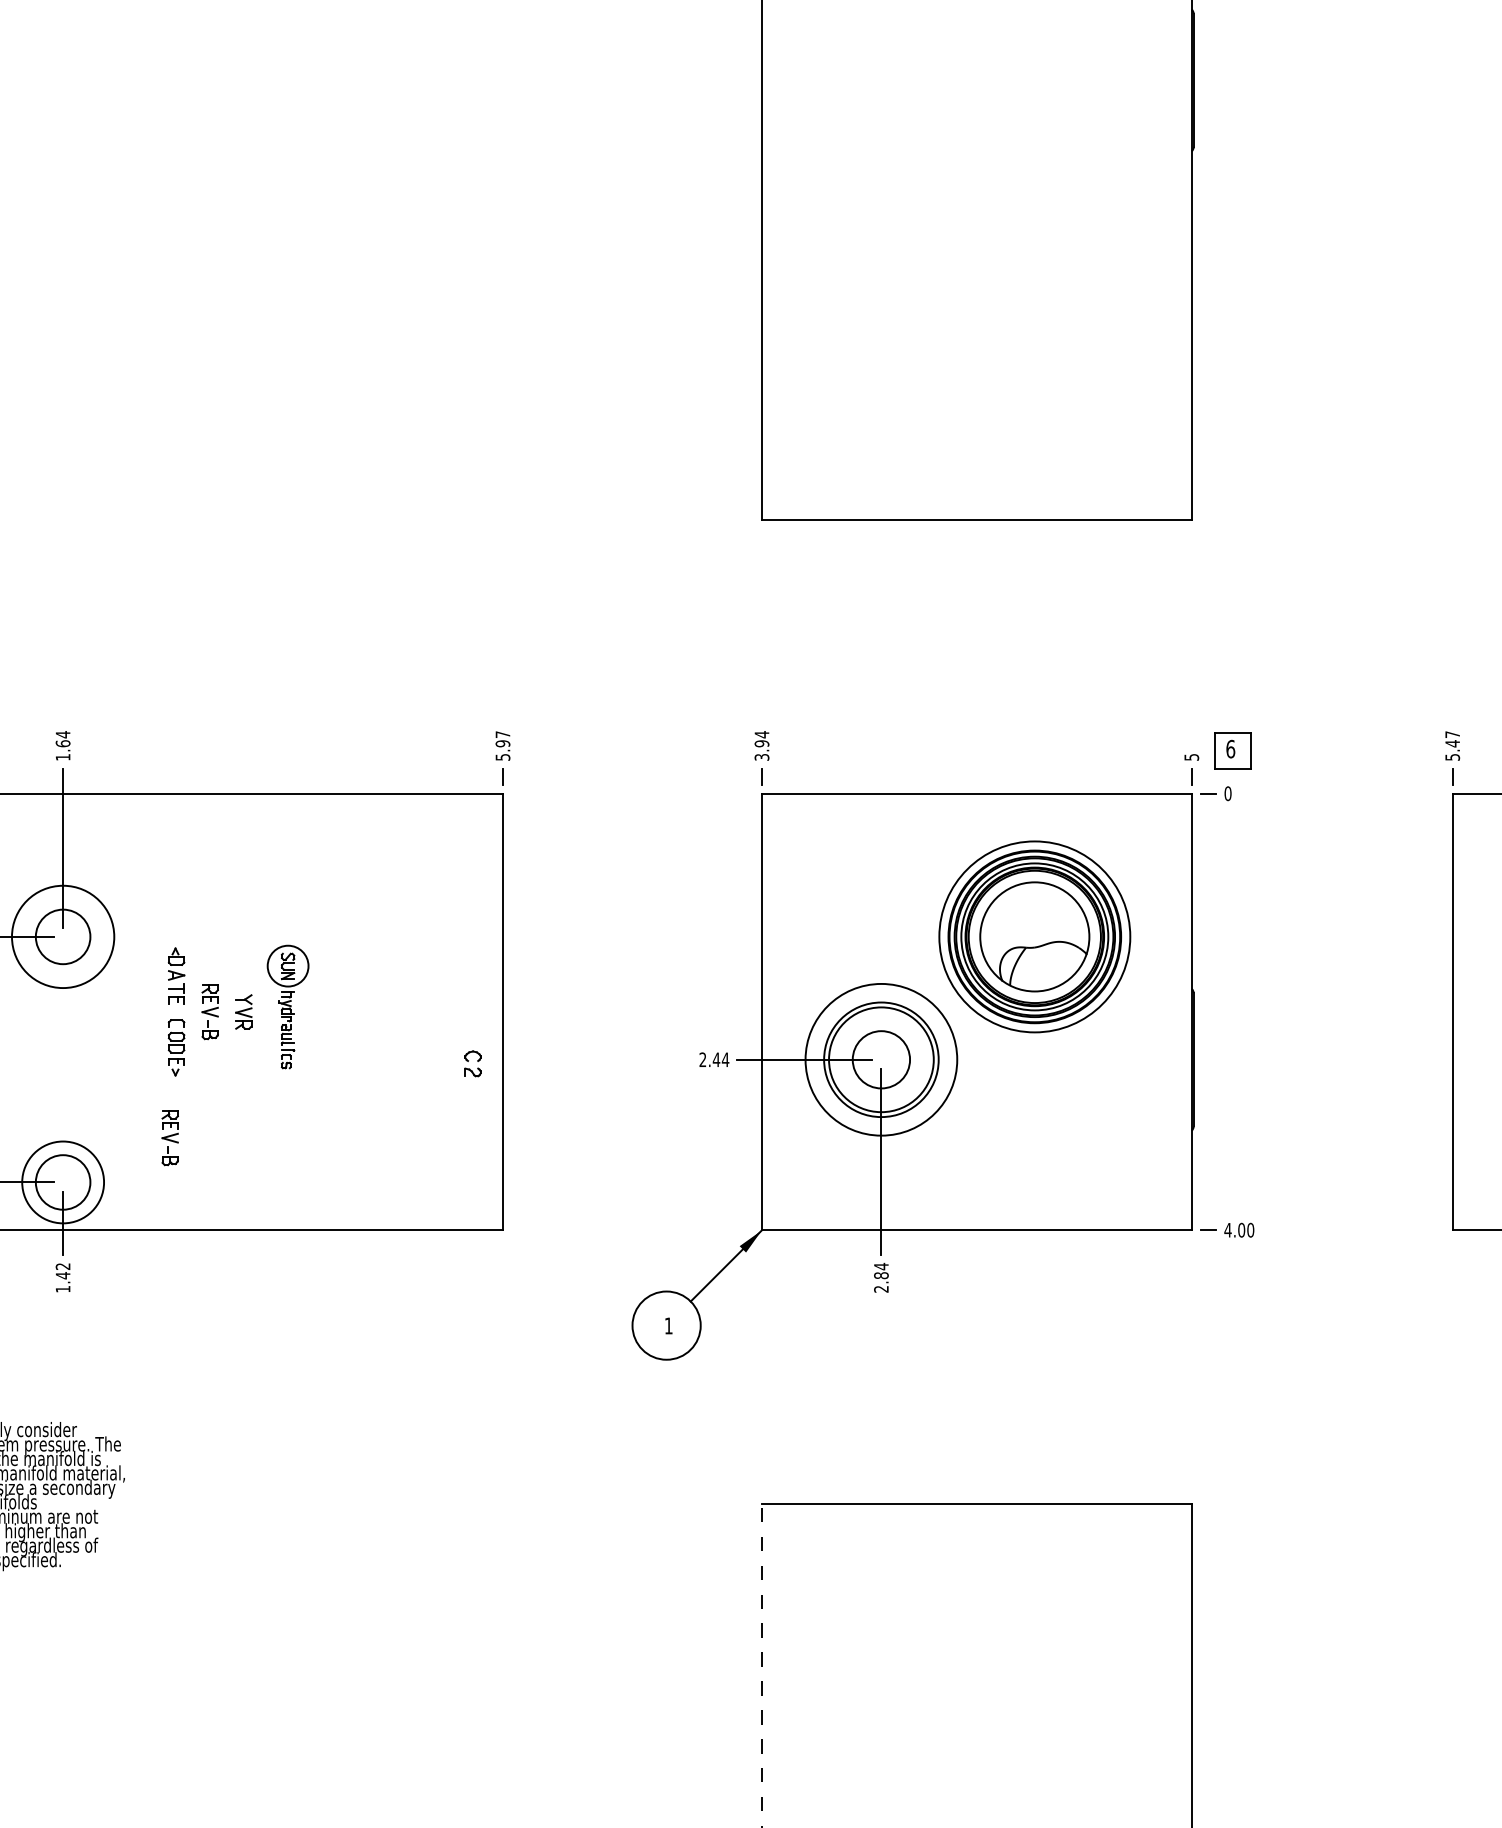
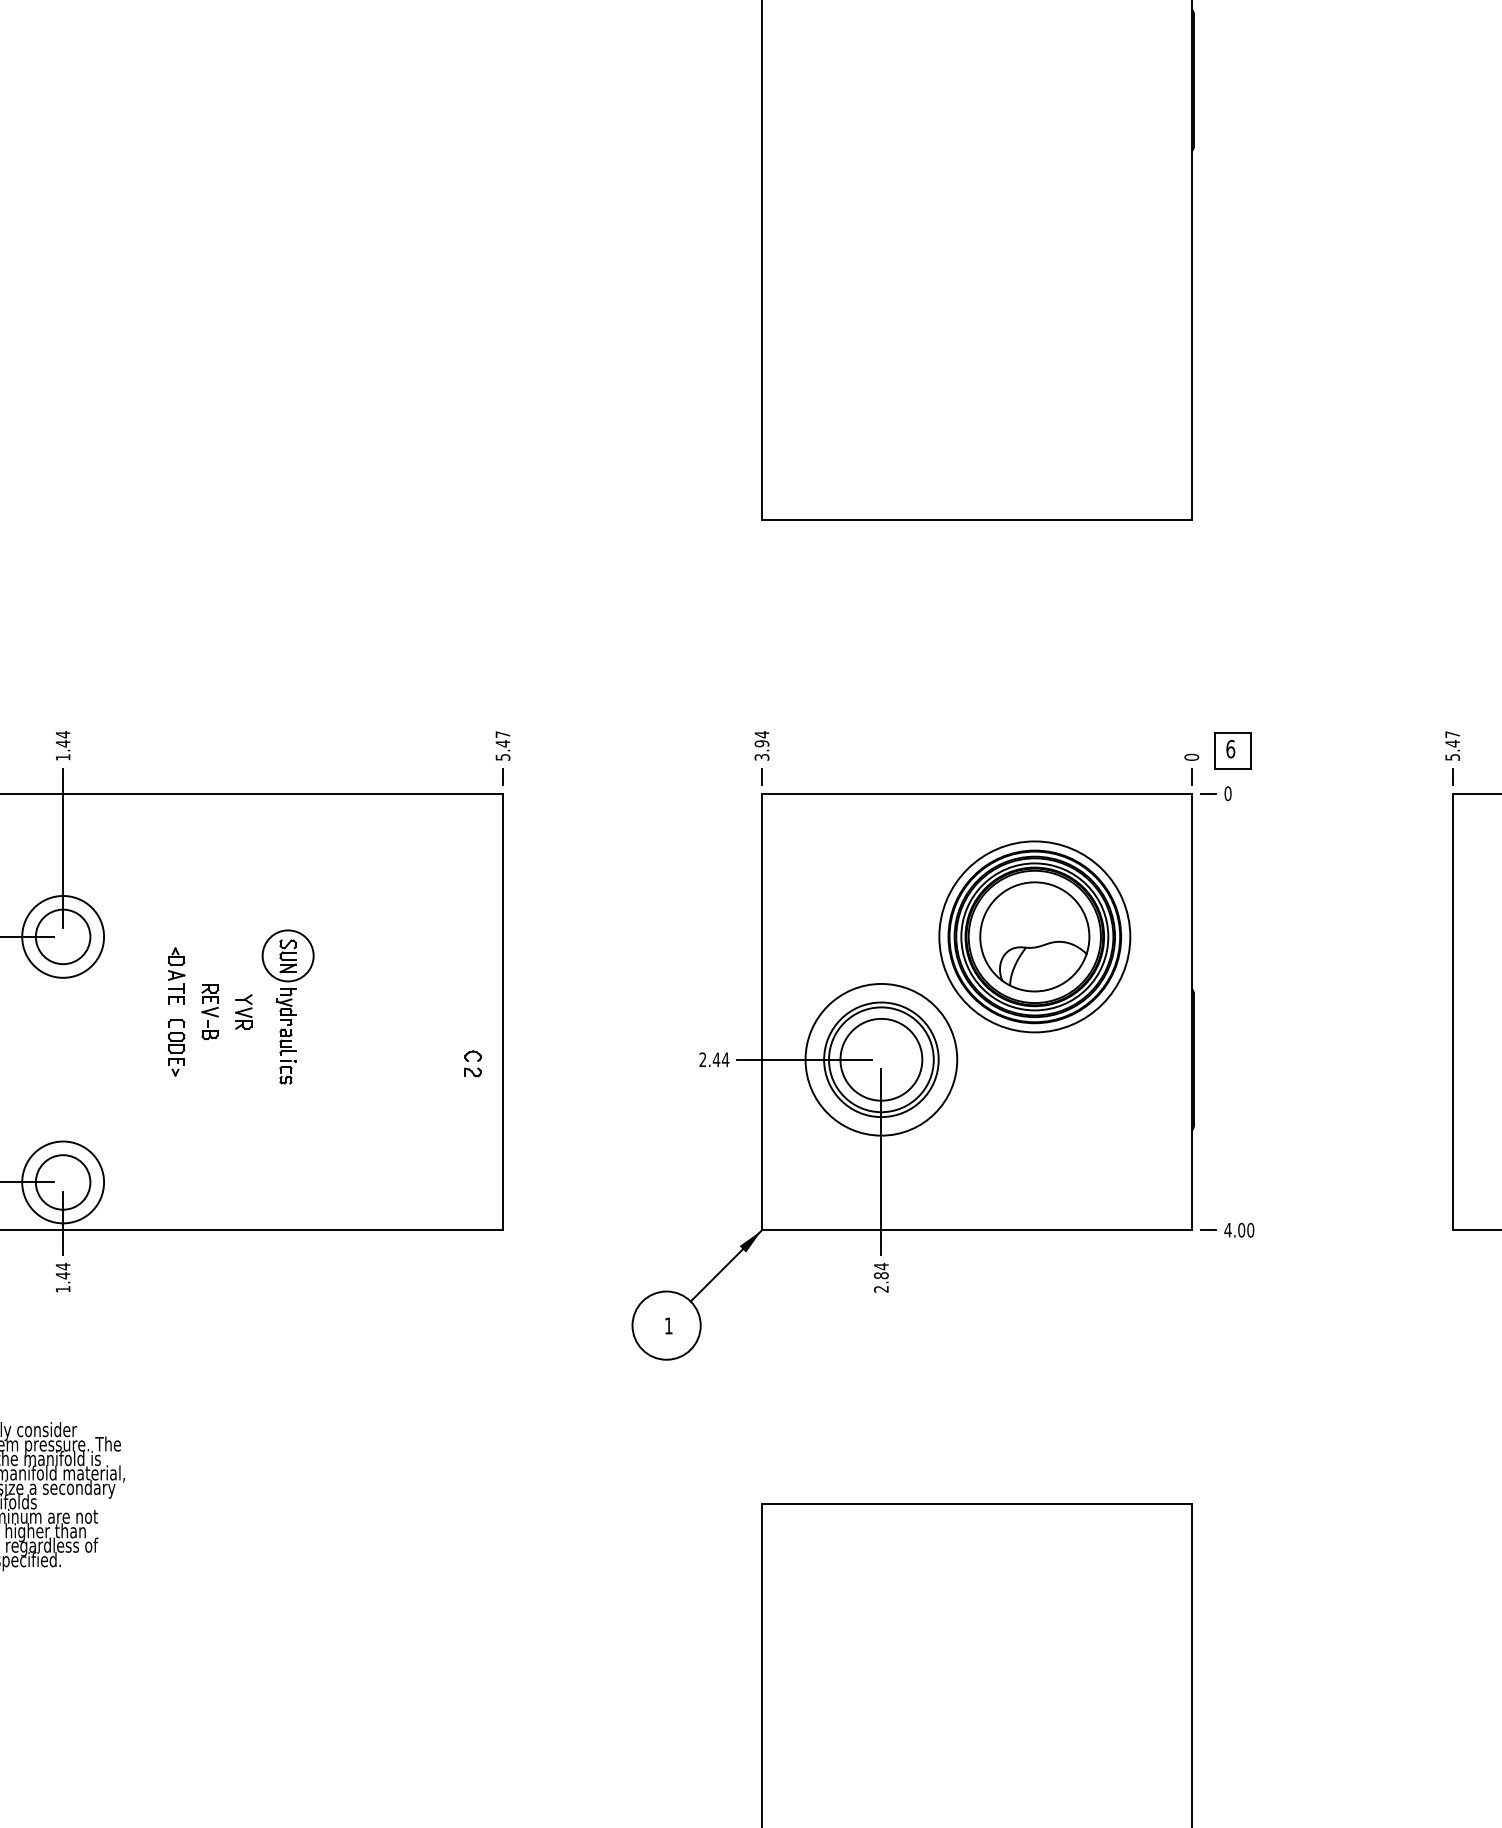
text at (62, 743): 1.64 -> 1.44
text at (502, 743): 5.97 -> 5.47
text at (1191, 756): 5 -> 0
circle at (63, 936) diameter: 102 px -> 82 px
part at (287, 1006) size: 44x126 px -> 54x156 px
circle at (881, 1059) diameter: 57 px -> 82 px
part at (169, 1138): present -> none
text at (62, 1266): 1.42 -> 1.44
line at (762, 1665): dashed -> solid
